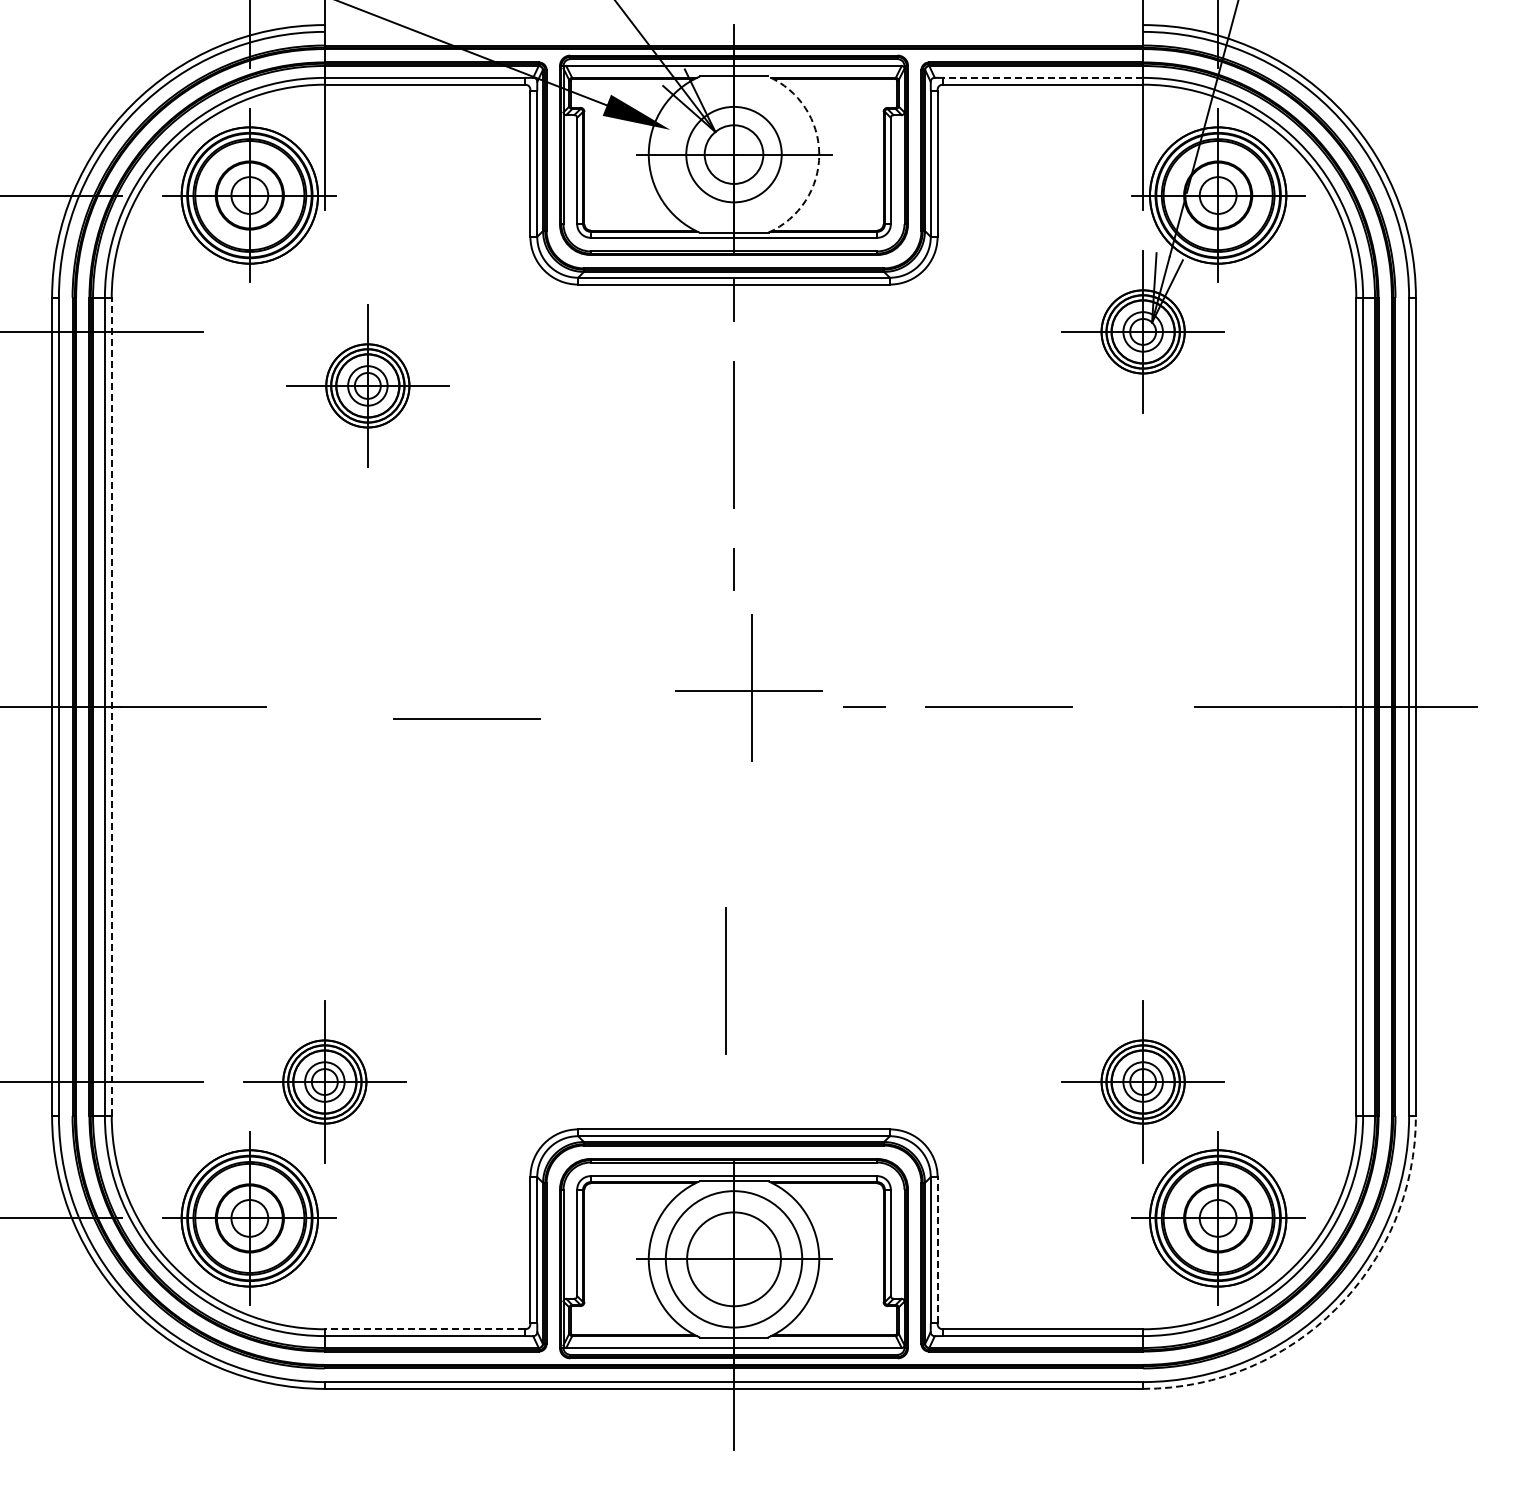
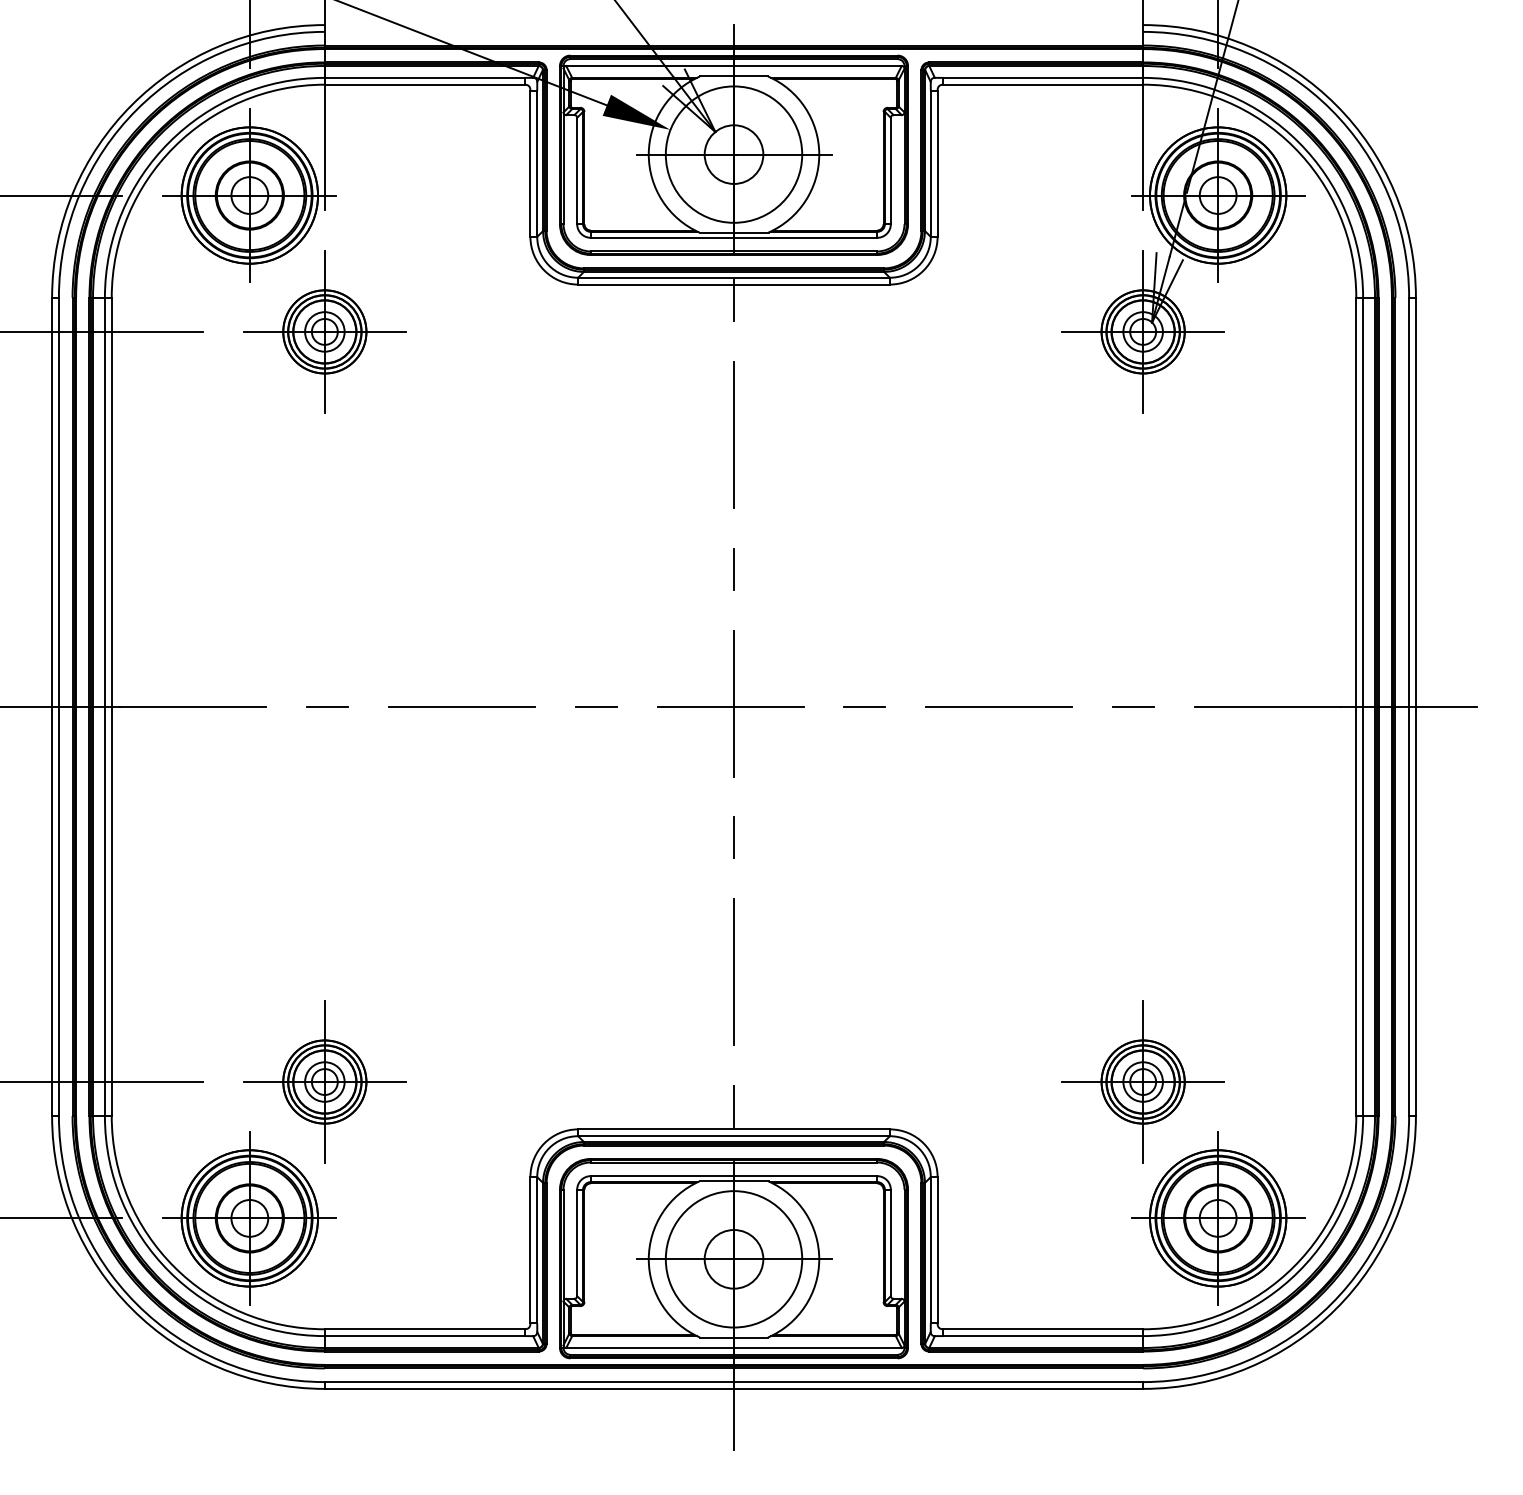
line at (1043, 77): dashed -> solid
circle at (733, 154) diameter: 95 px -> 136 px
arc at (819, 154): dashed -> solid
part at (367, 385) position: (367, 385) -> (324, 331)
part at (748, 687) position: (748, 687) -> (730, 703)
line at (111, 706): dashed -> solid
line at (327, 706): none -> present
line at (595, 706): none -> present
line at (1133, 706): none -> present
line at (466, 718) position: (466, 718) -> (461, 706)
line at (734, 837): none -> present
line at (725, 980) position: (725, 980) -> (733, 971)
line at (734, 1106): none -> present
line at (937, 1249): dashed -> solid
circle at (733, 1259) diameter: 94 px -> 59 px
arc at (1336, 1309): dashed -> solid
line at (424, 1329): dashed -> solid
